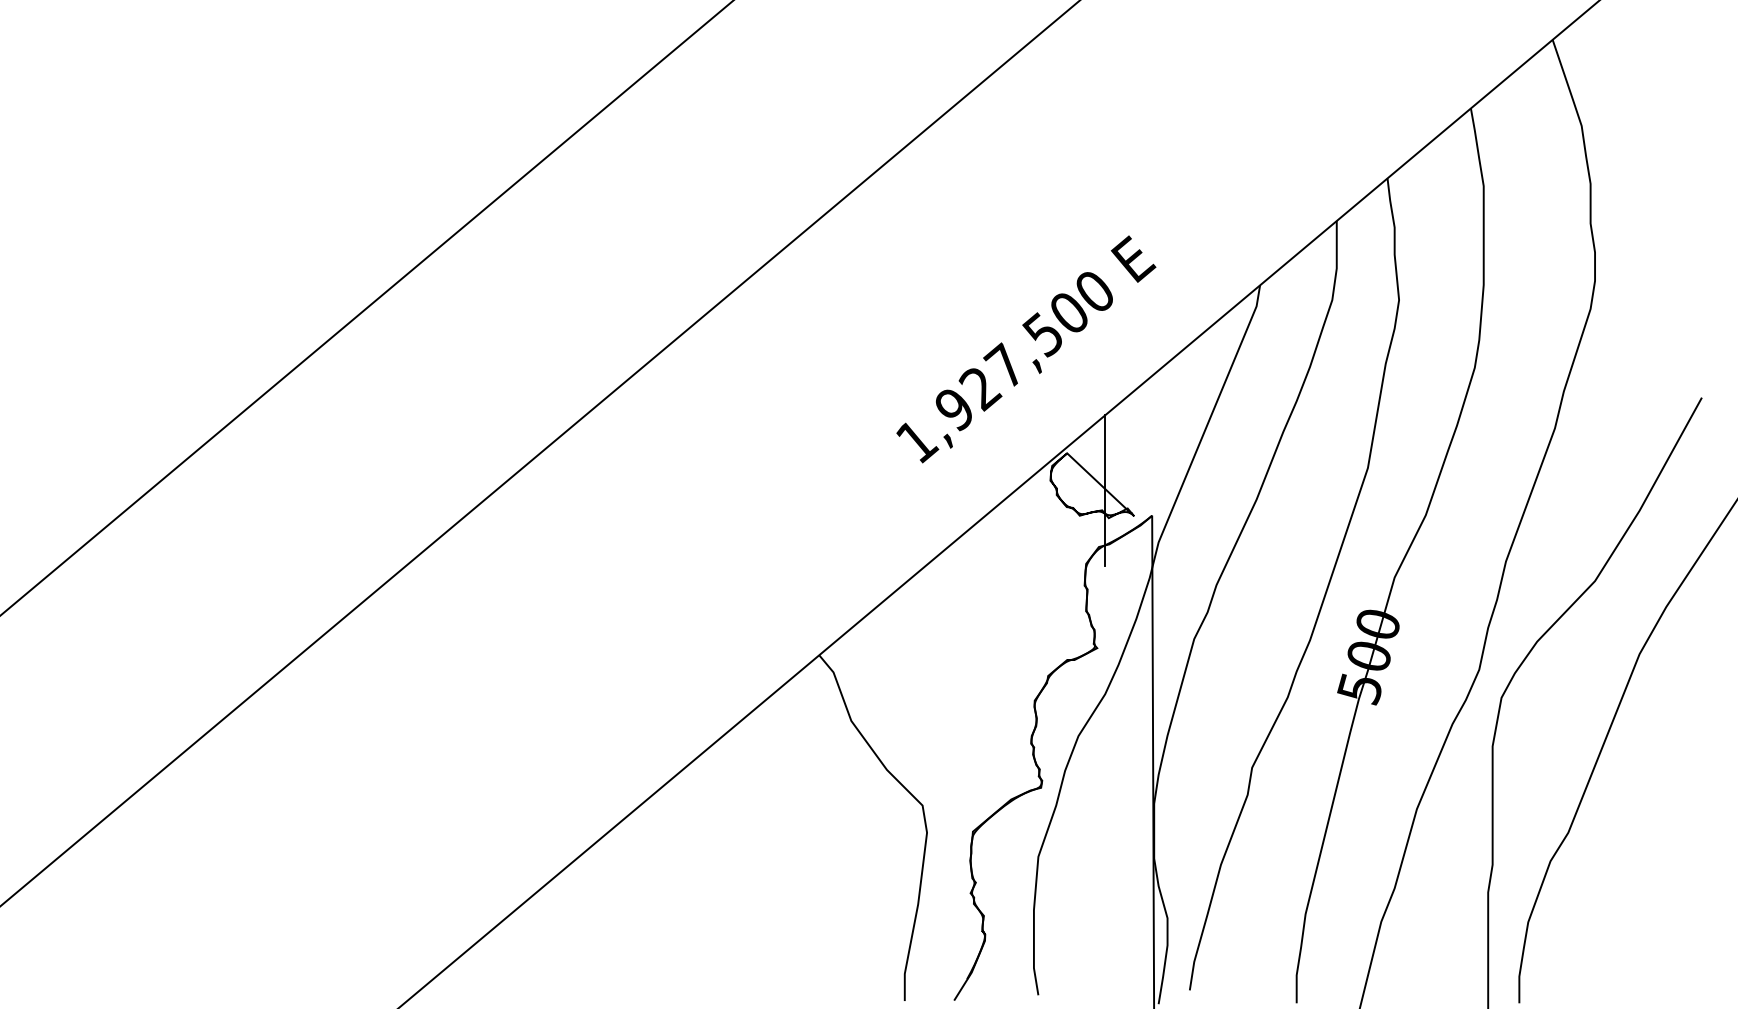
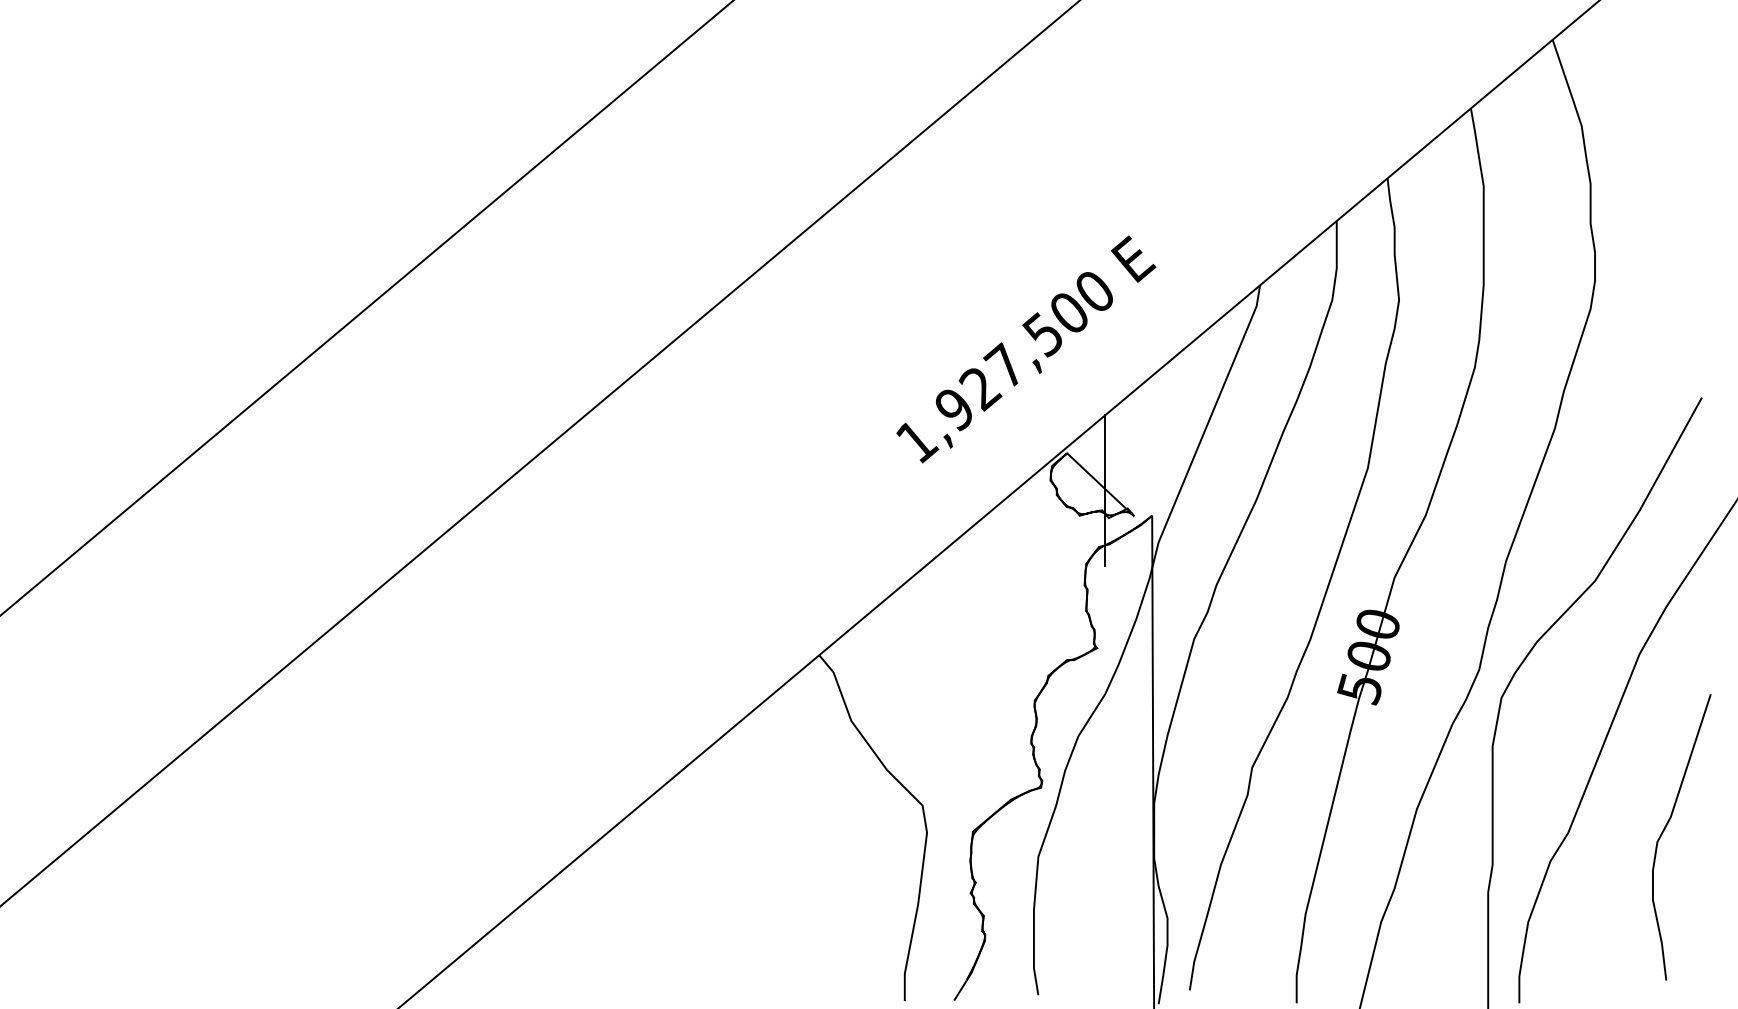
curve at (1665, 829): none -> present
